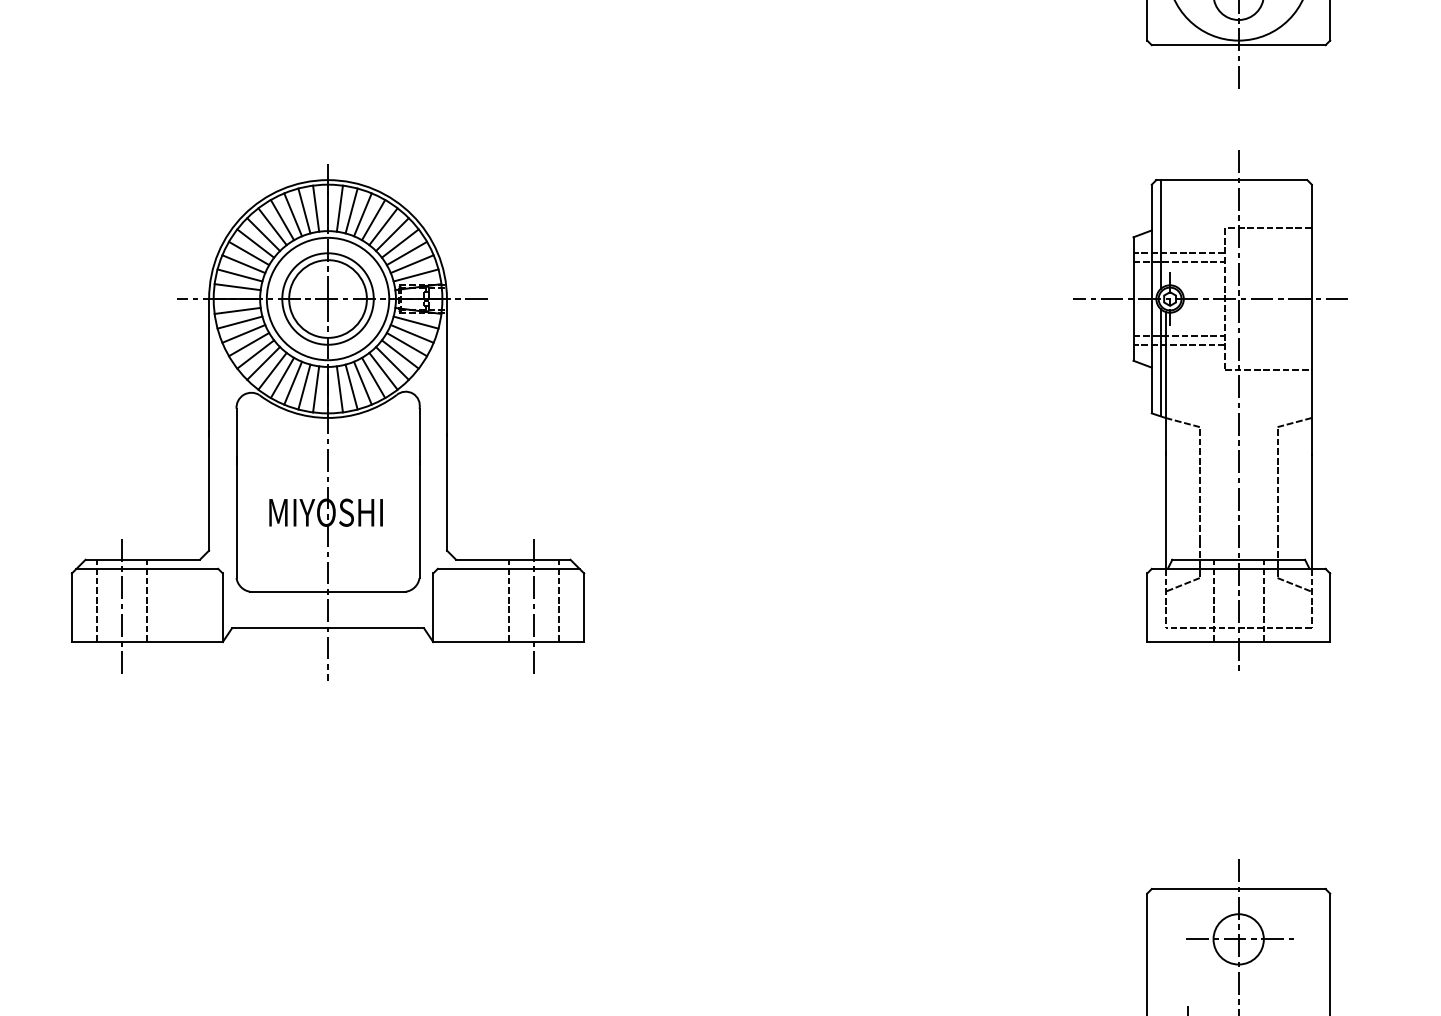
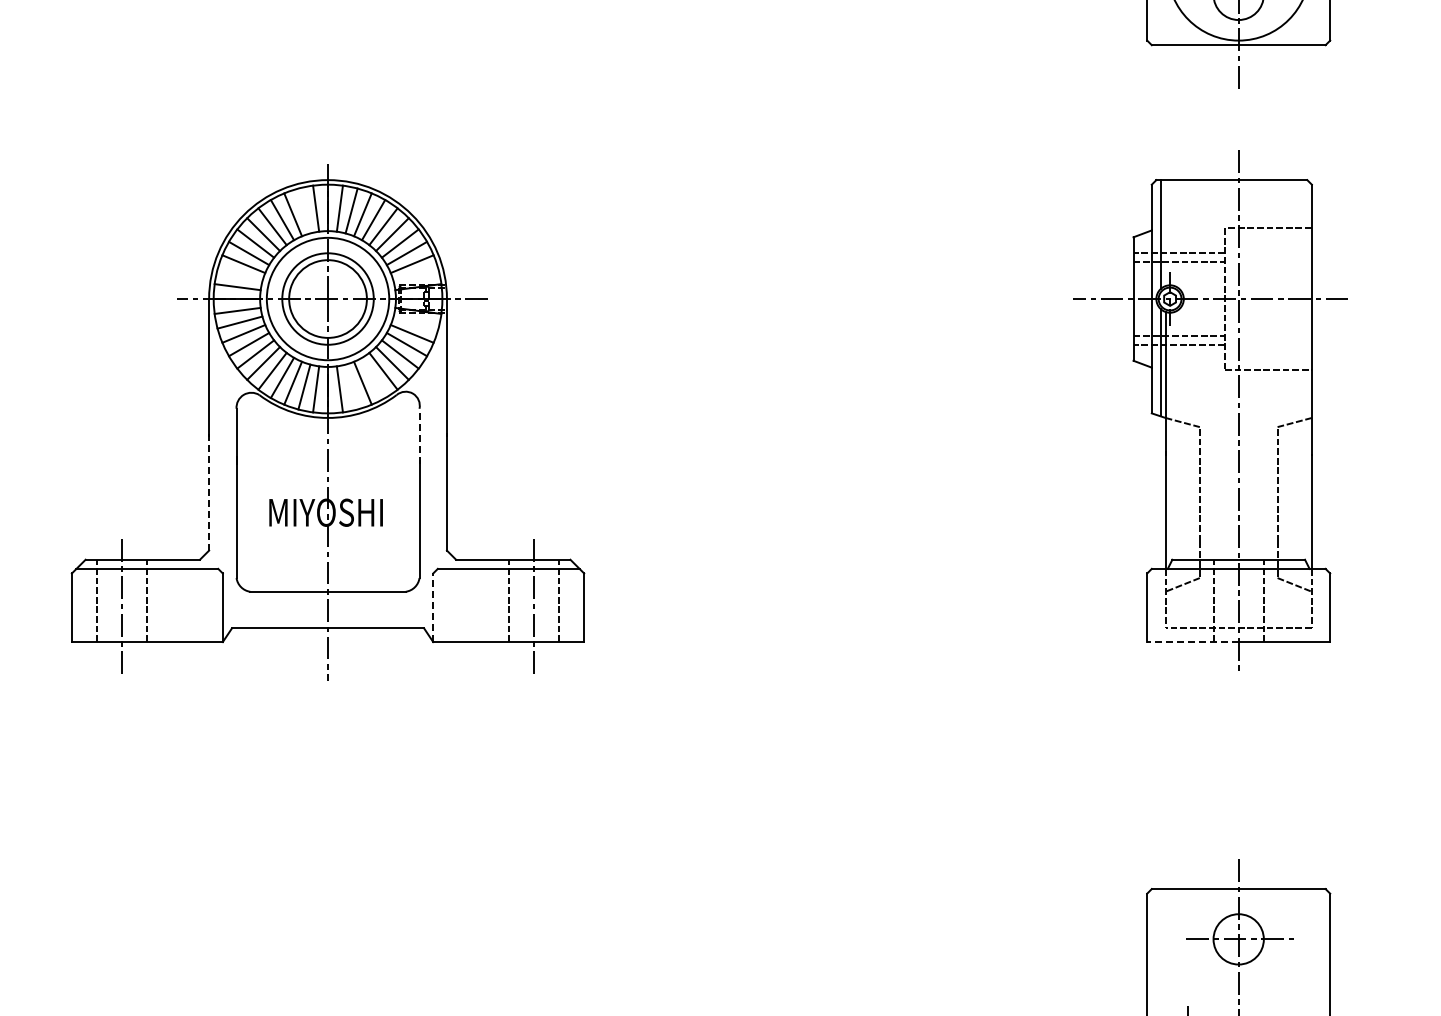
line at (304, 210): present -> none
line at (239, 275): present -> none
line at (415, 275): present -> none
line at (415, 322): present -> none
line at (373, 377): present -> none
line at (351, 386): present -> none
line at (419, 435): solid -> dashed
line at (209, 490): solid -> dashed
line at (433, 607): solid -> dashed
line at (1192, 642): solid -> dashed
